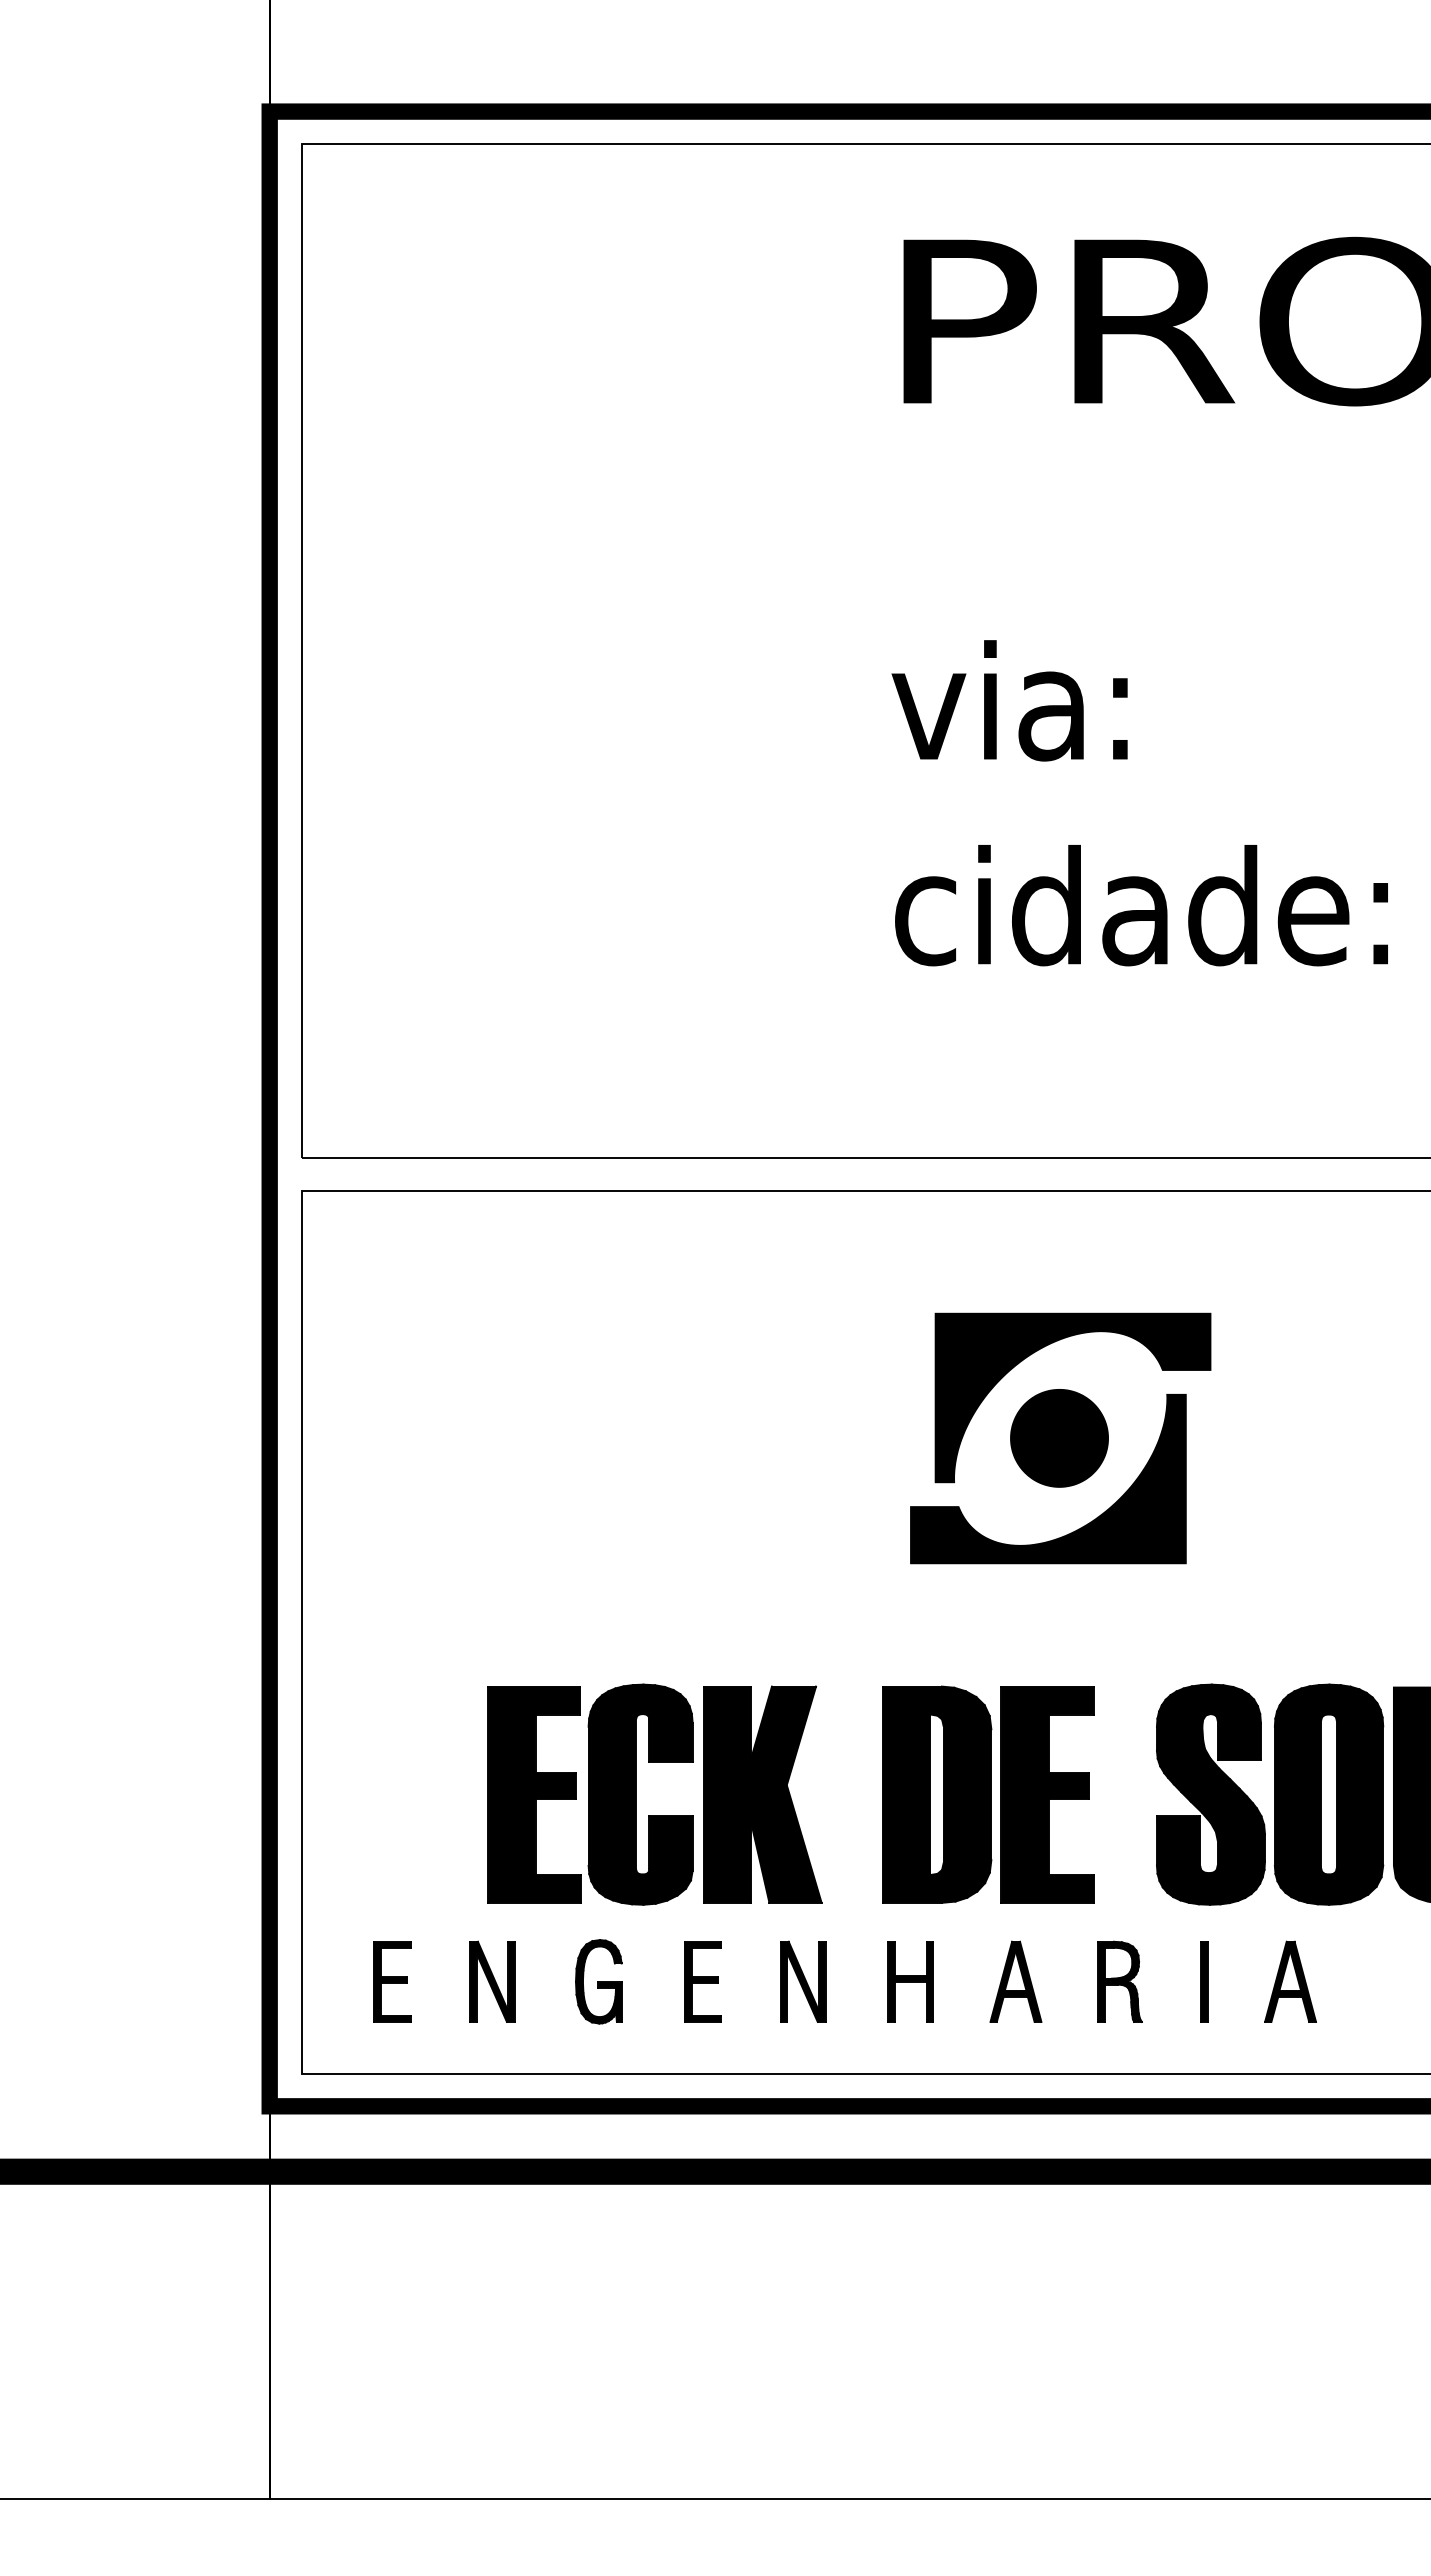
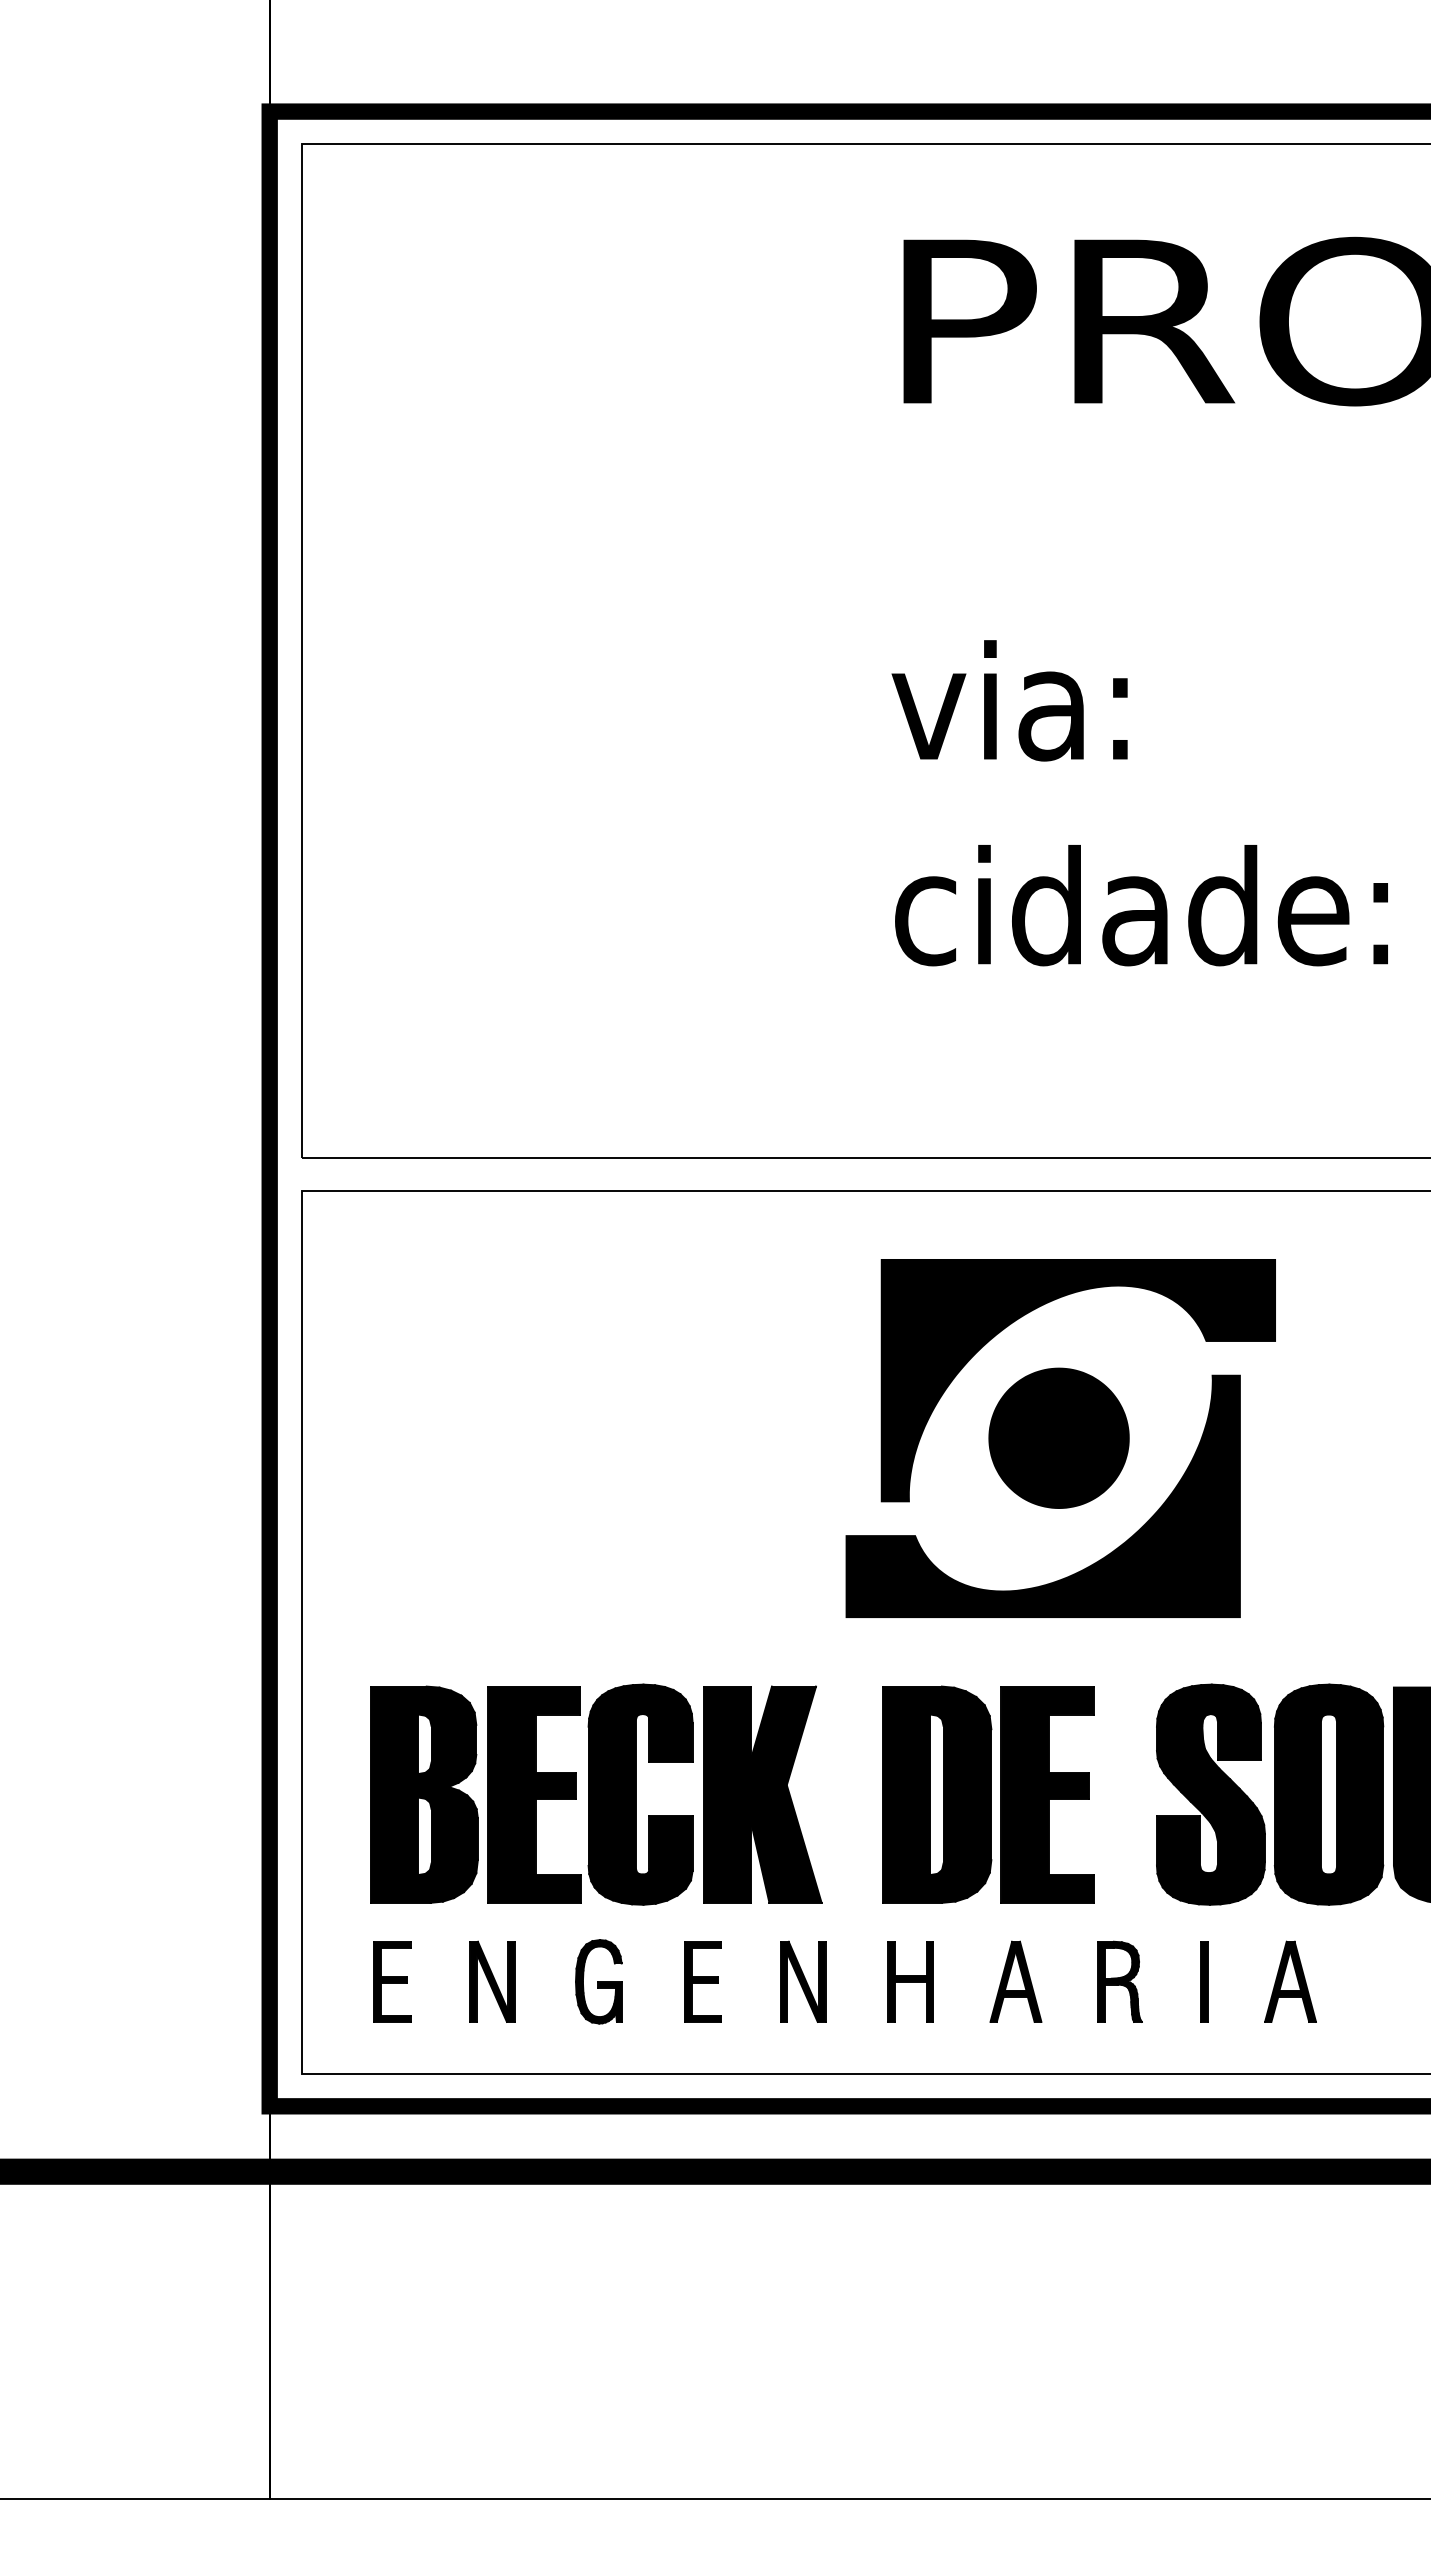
part at (1060, 1438) size: 302x253 px -> 431x359 px
part at (424, 1794): none -> present
